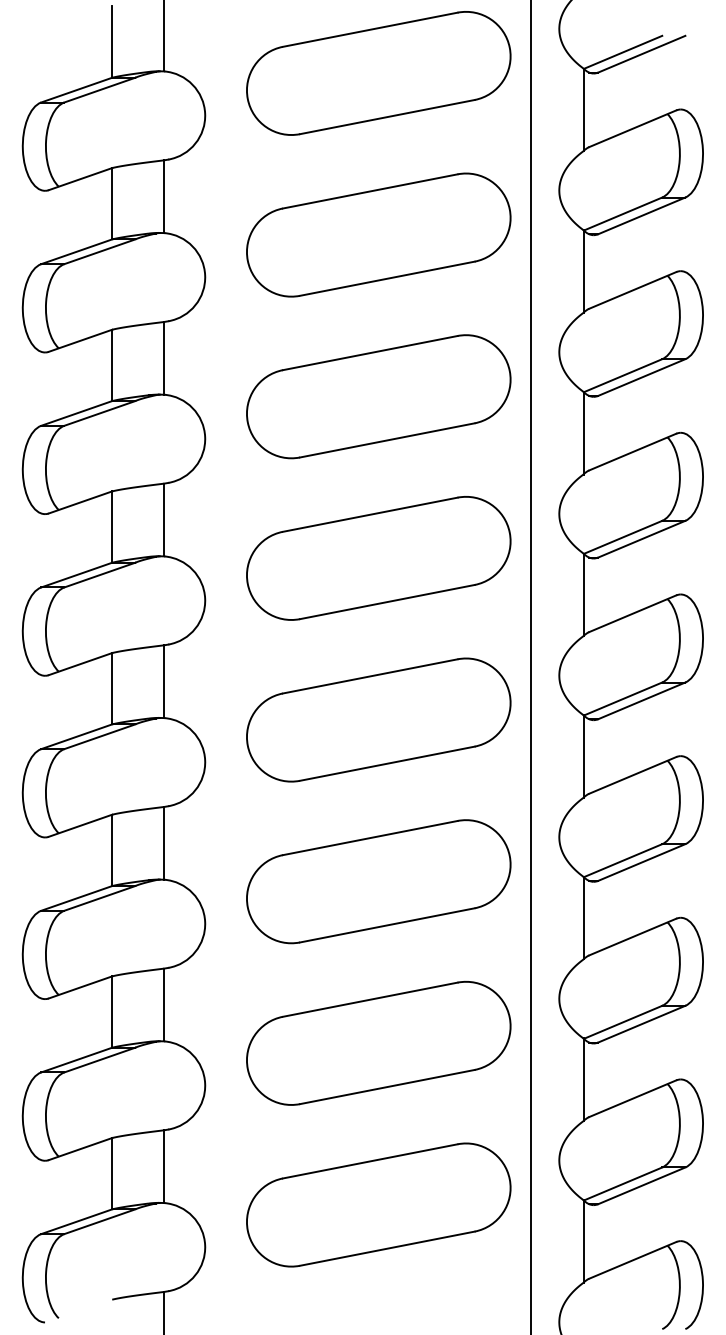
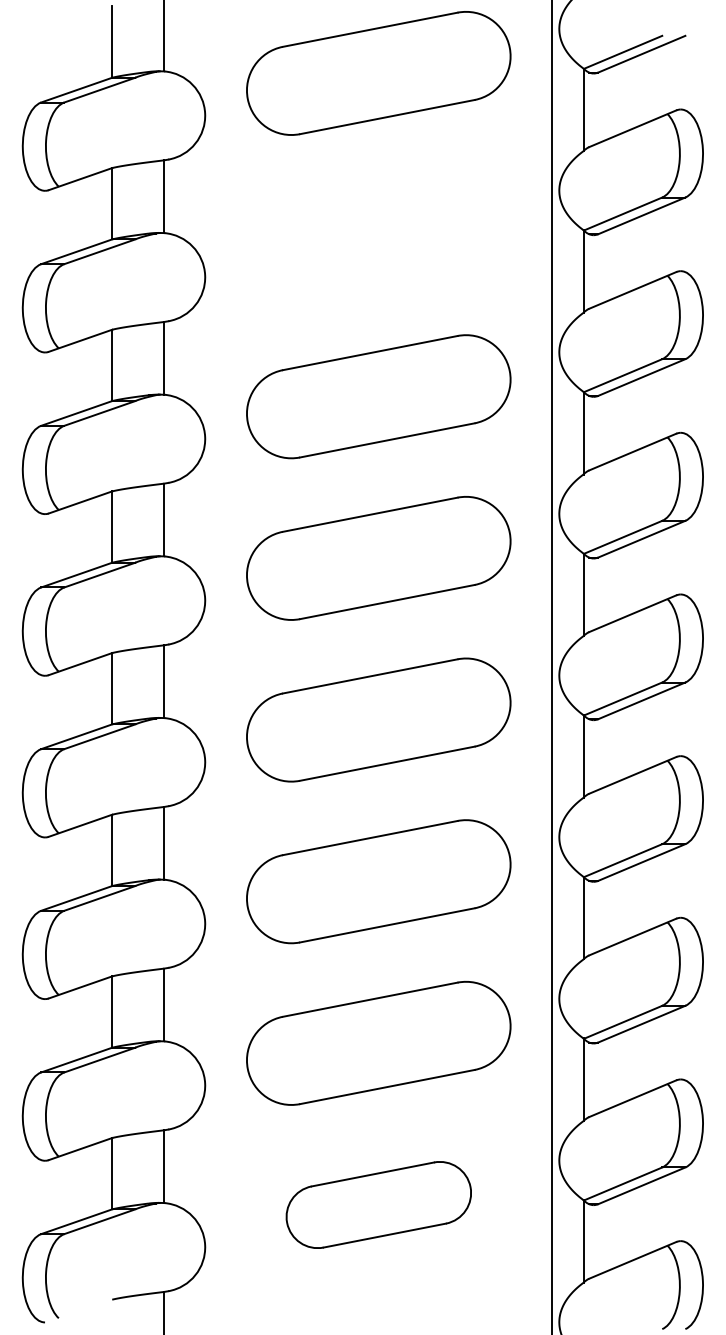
part at (378, 234): present -> none
line at (531, 666) position: (531, 666) -> (552, 666)
part at (378, 1204) size: 266x126 px -> 187x88 px
